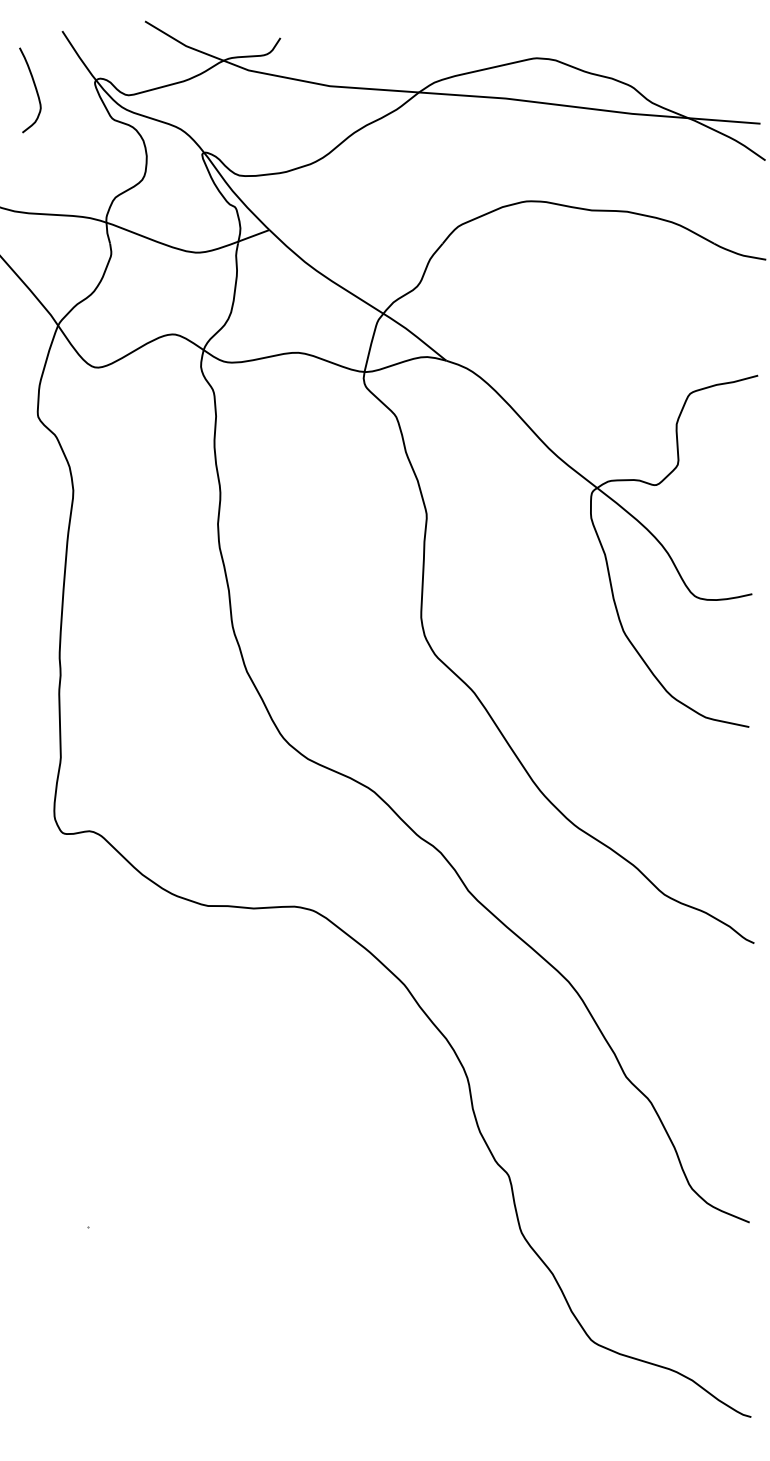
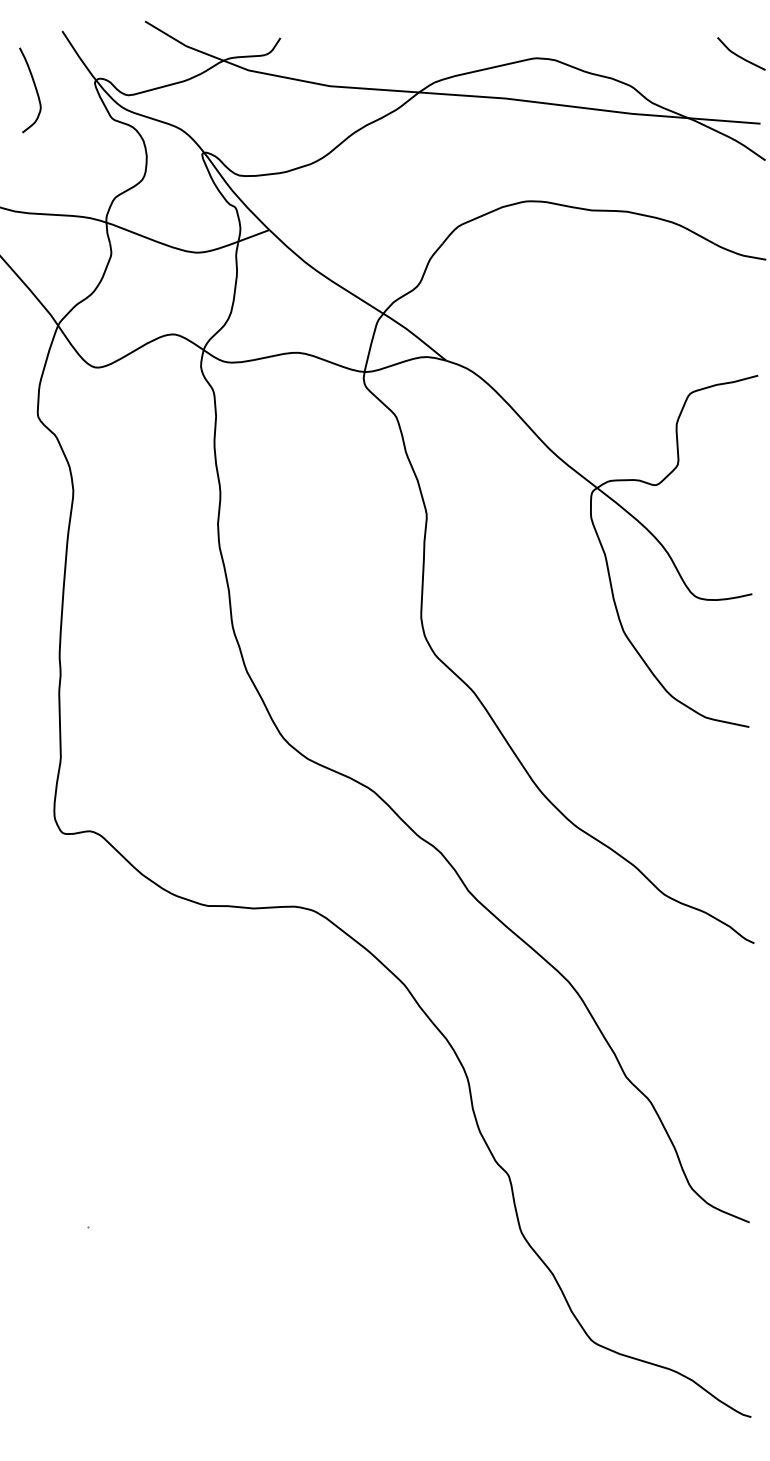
curve at (739, 55): none -> present
